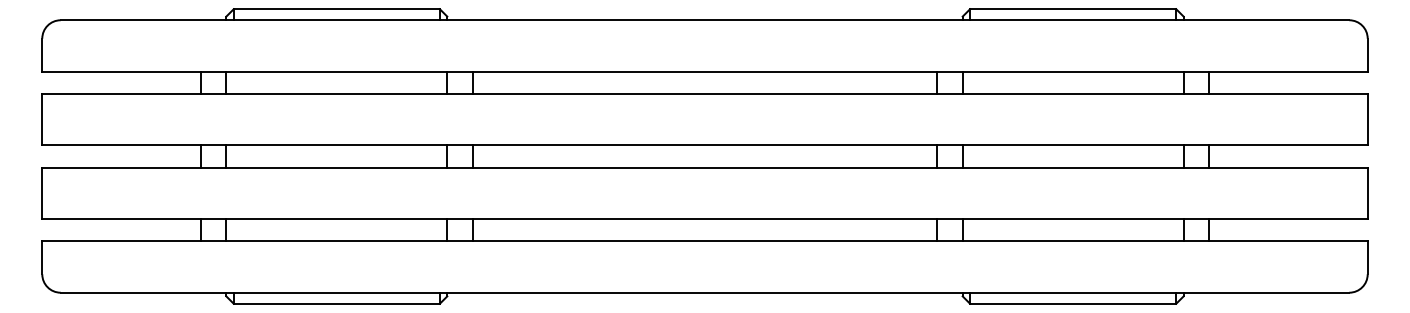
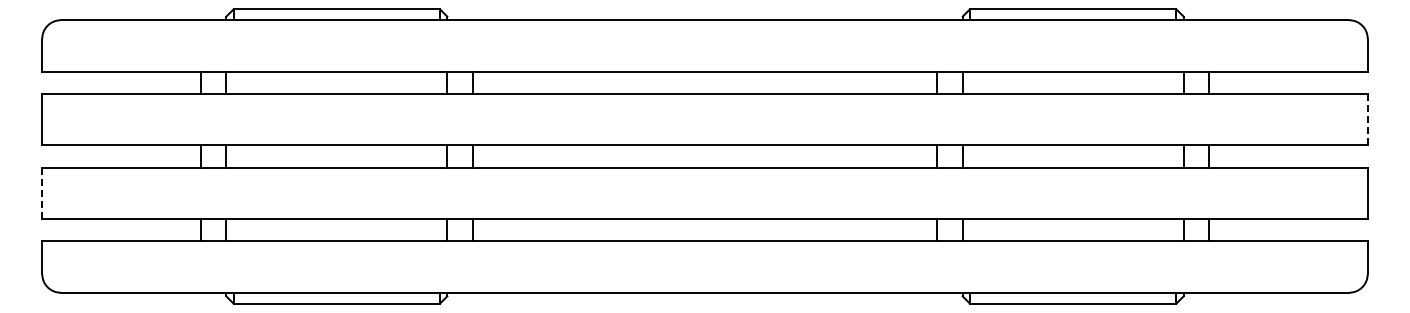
line at (1367, 119): solid -> dashed
line at (42, 193): solid -> dashed
